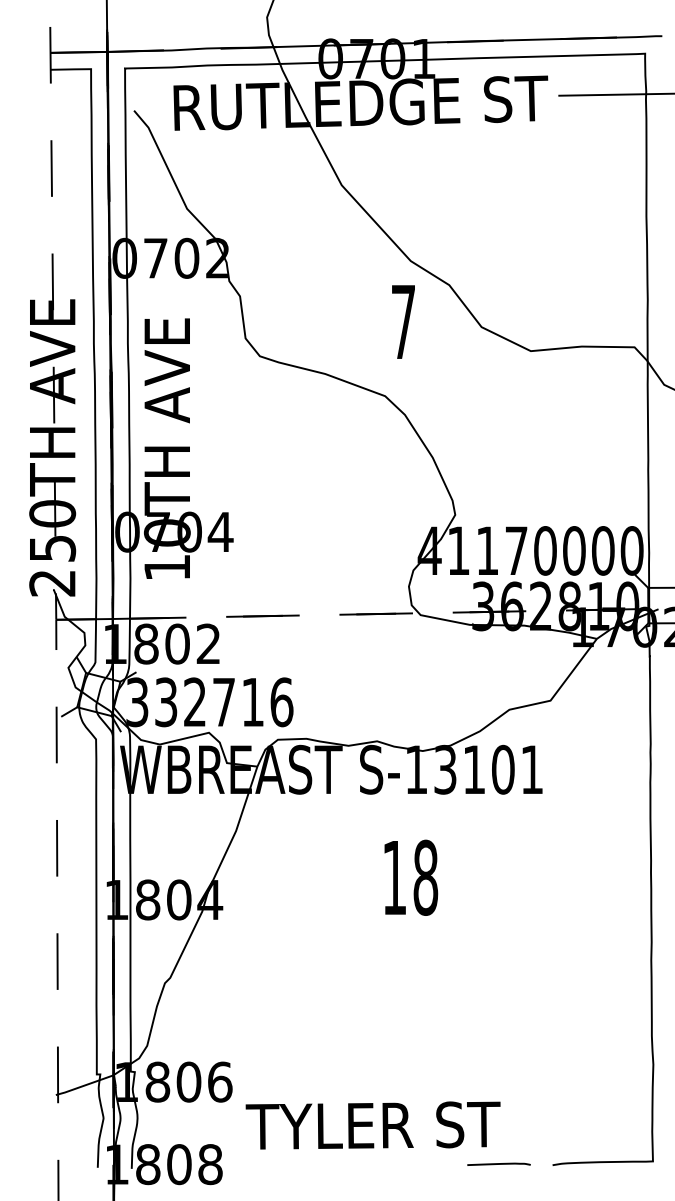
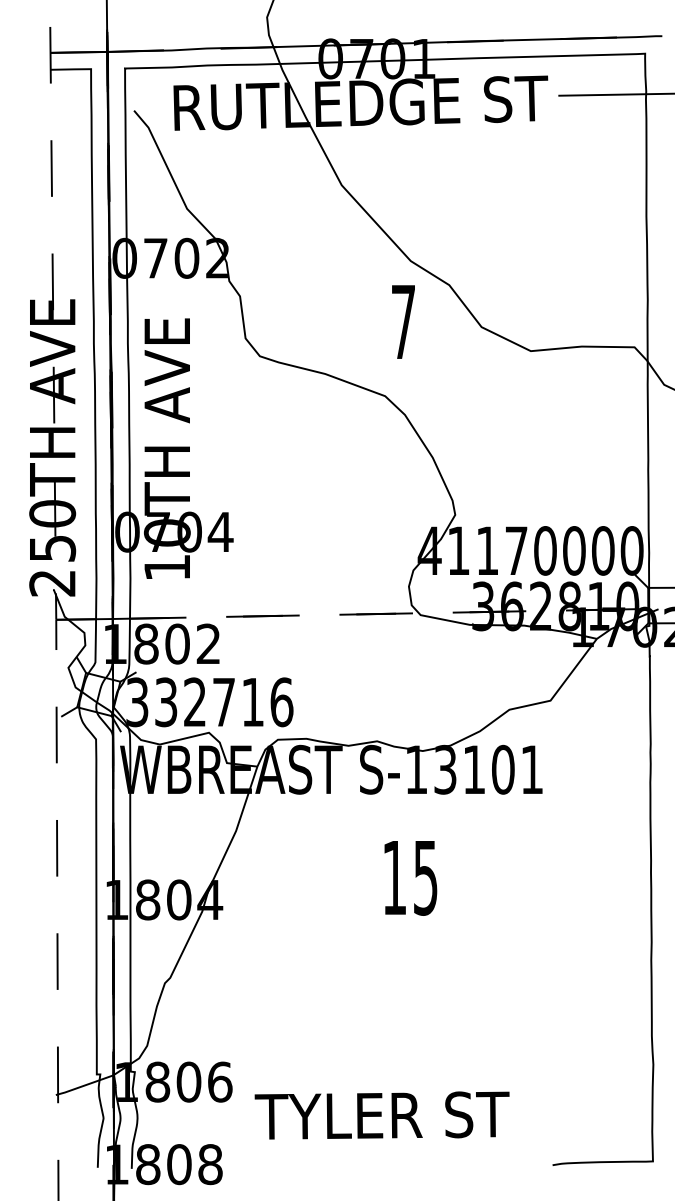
text at (425, 877): 18 -> 15
text at (372, 1125) position: (372, 1125) -> (381, 1115)
curve at (498, 1163): present -> none
